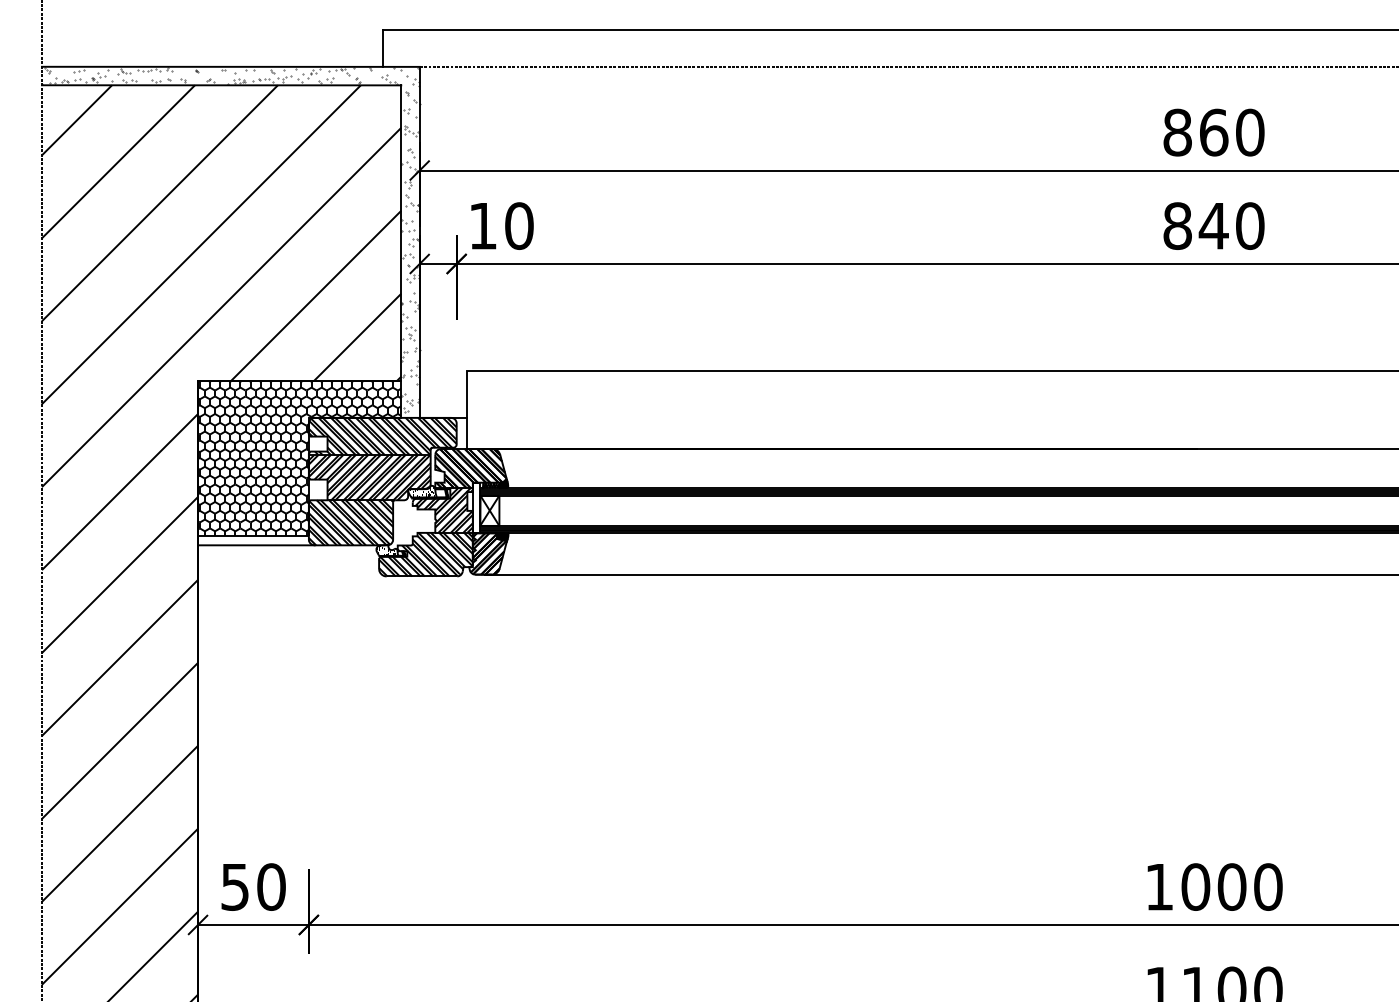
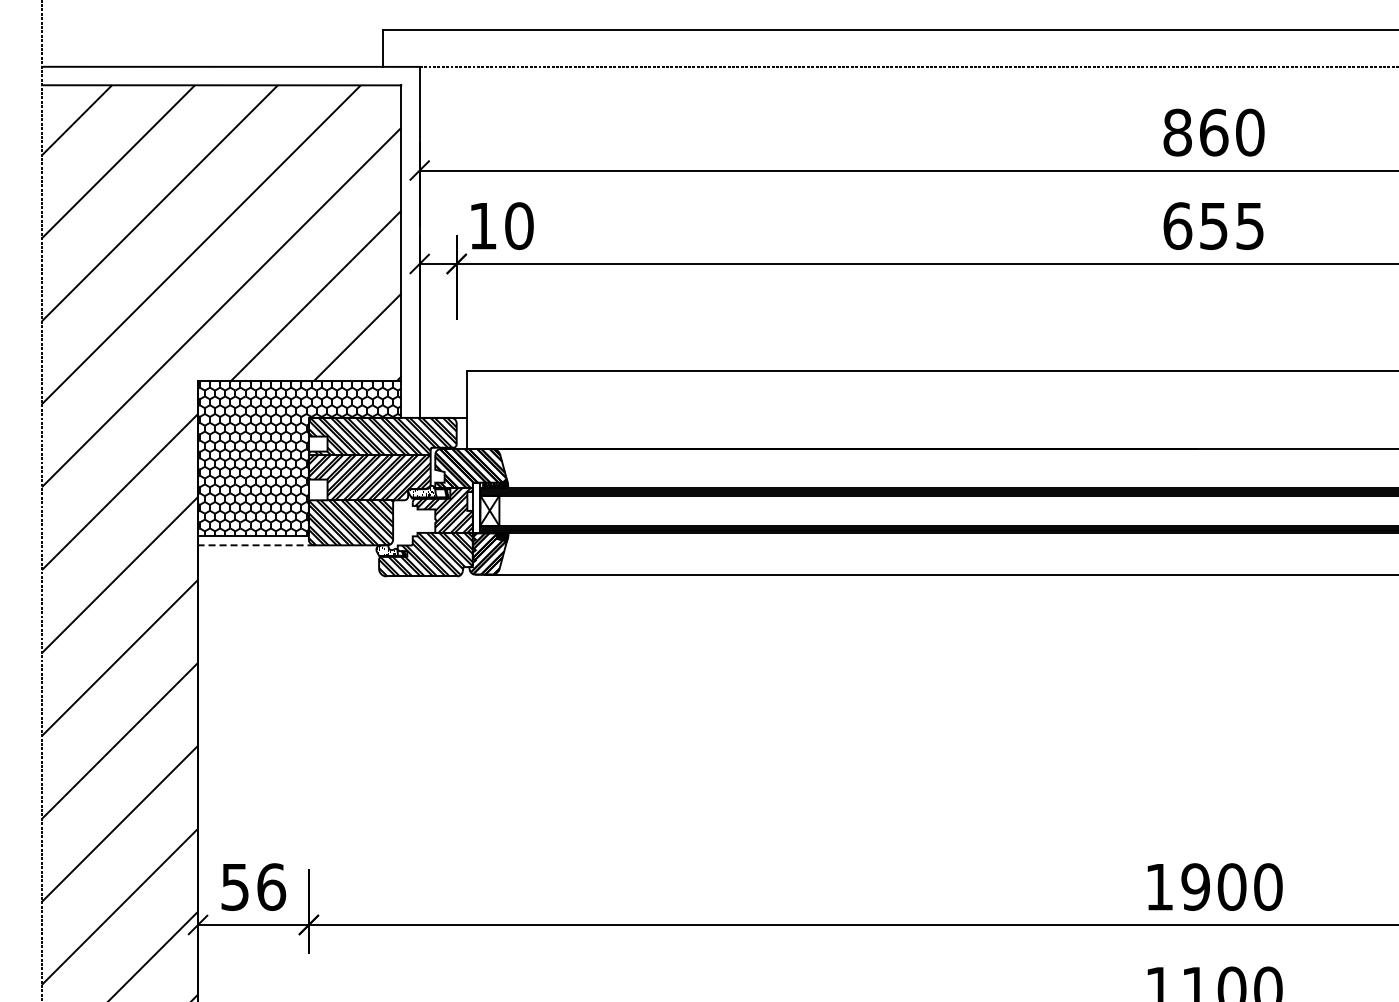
text at (1213, 225): 840 -> 655
hatch at (230, 239): present -> none
line at (255, 545): solid -> dashed
text at (271, 886): 50 -> 56
text at (1195, 886): 1000 -> 1900
